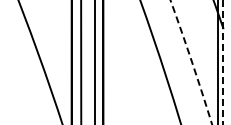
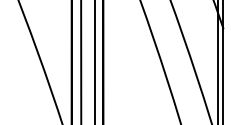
arc at (191, 62): dashed -> solid
line at (223, 62): dashed -> solid
